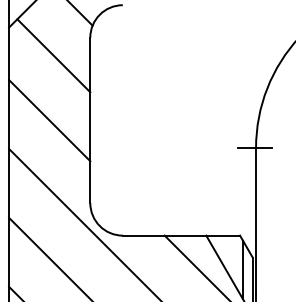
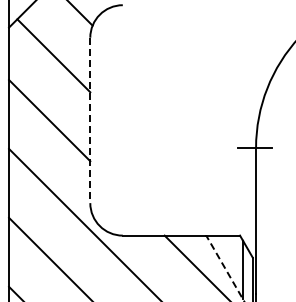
line at (90, 120): solid -> dashed
line at (225, 268): solid -> dashed
